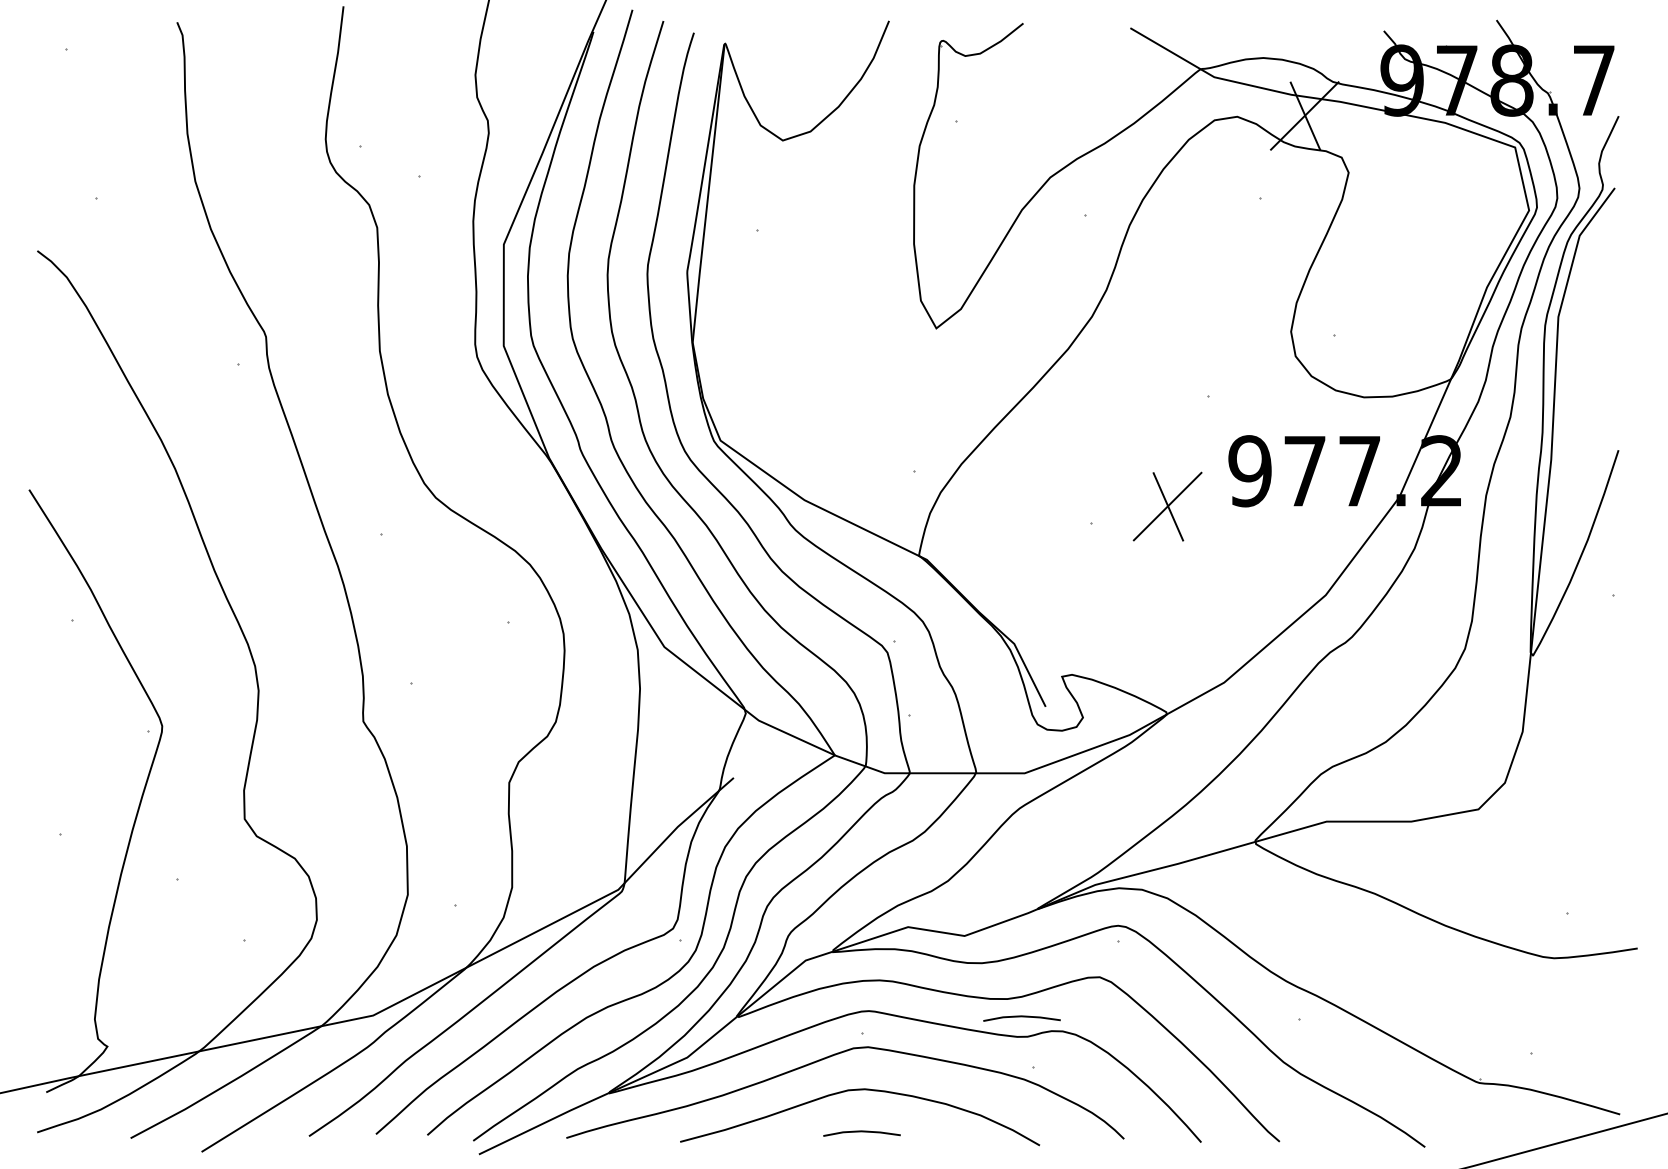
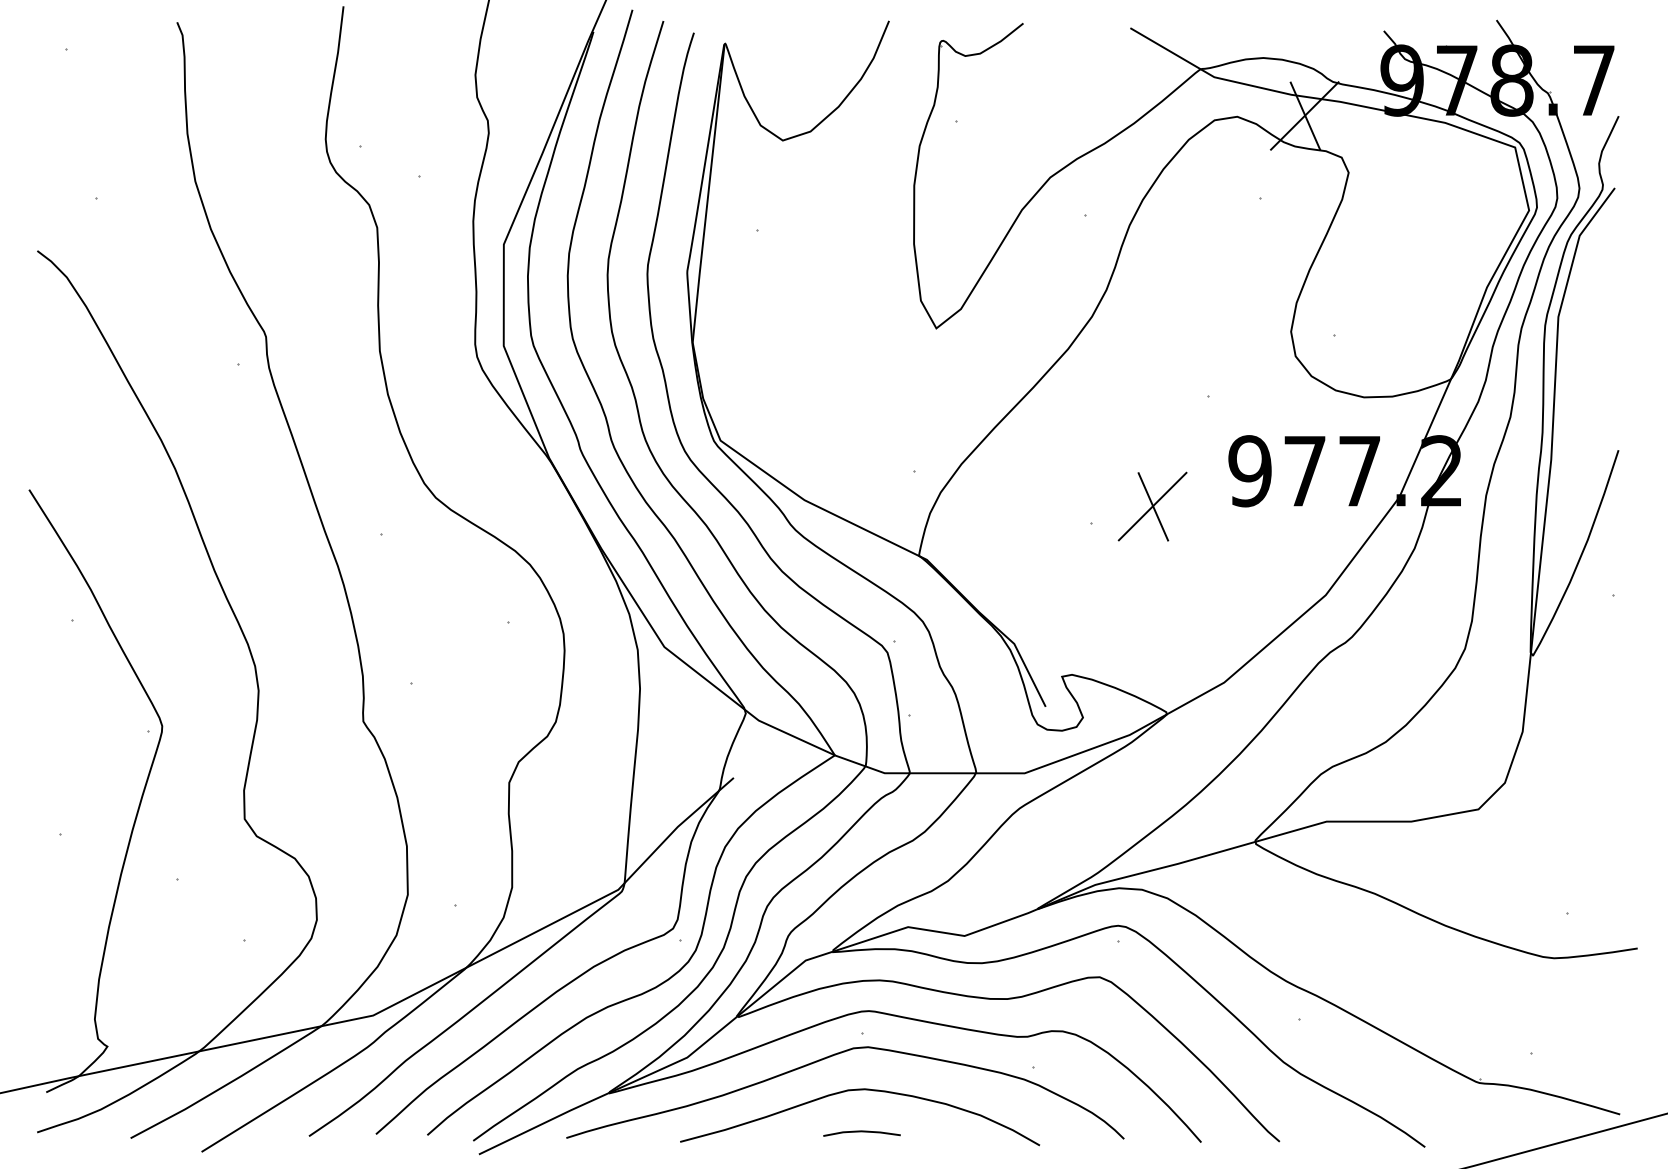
part at (1167, 506) position: (1167, 506) -> (1152, 506)
line at (1021, 1017): present -> none
